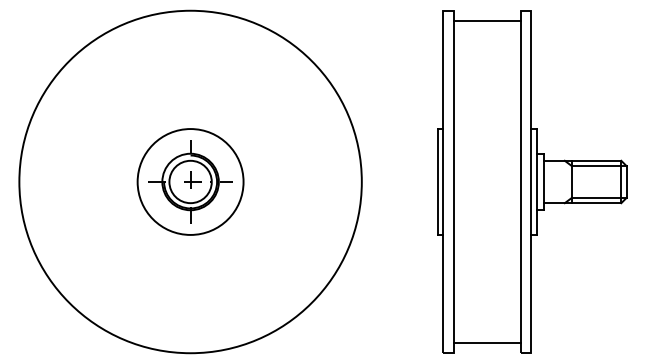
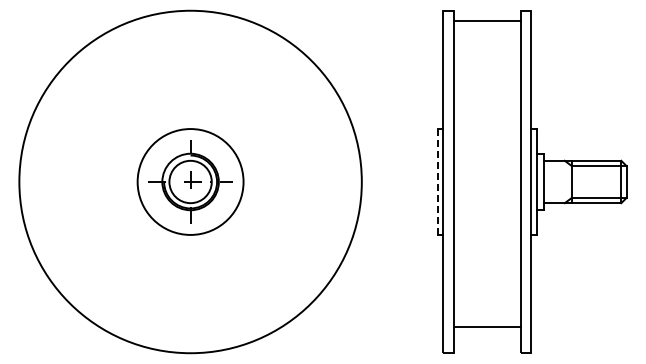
line at (437, 182): solid -> dashed
line at (486, 342) position: (486, 342) -> (486, 326)
